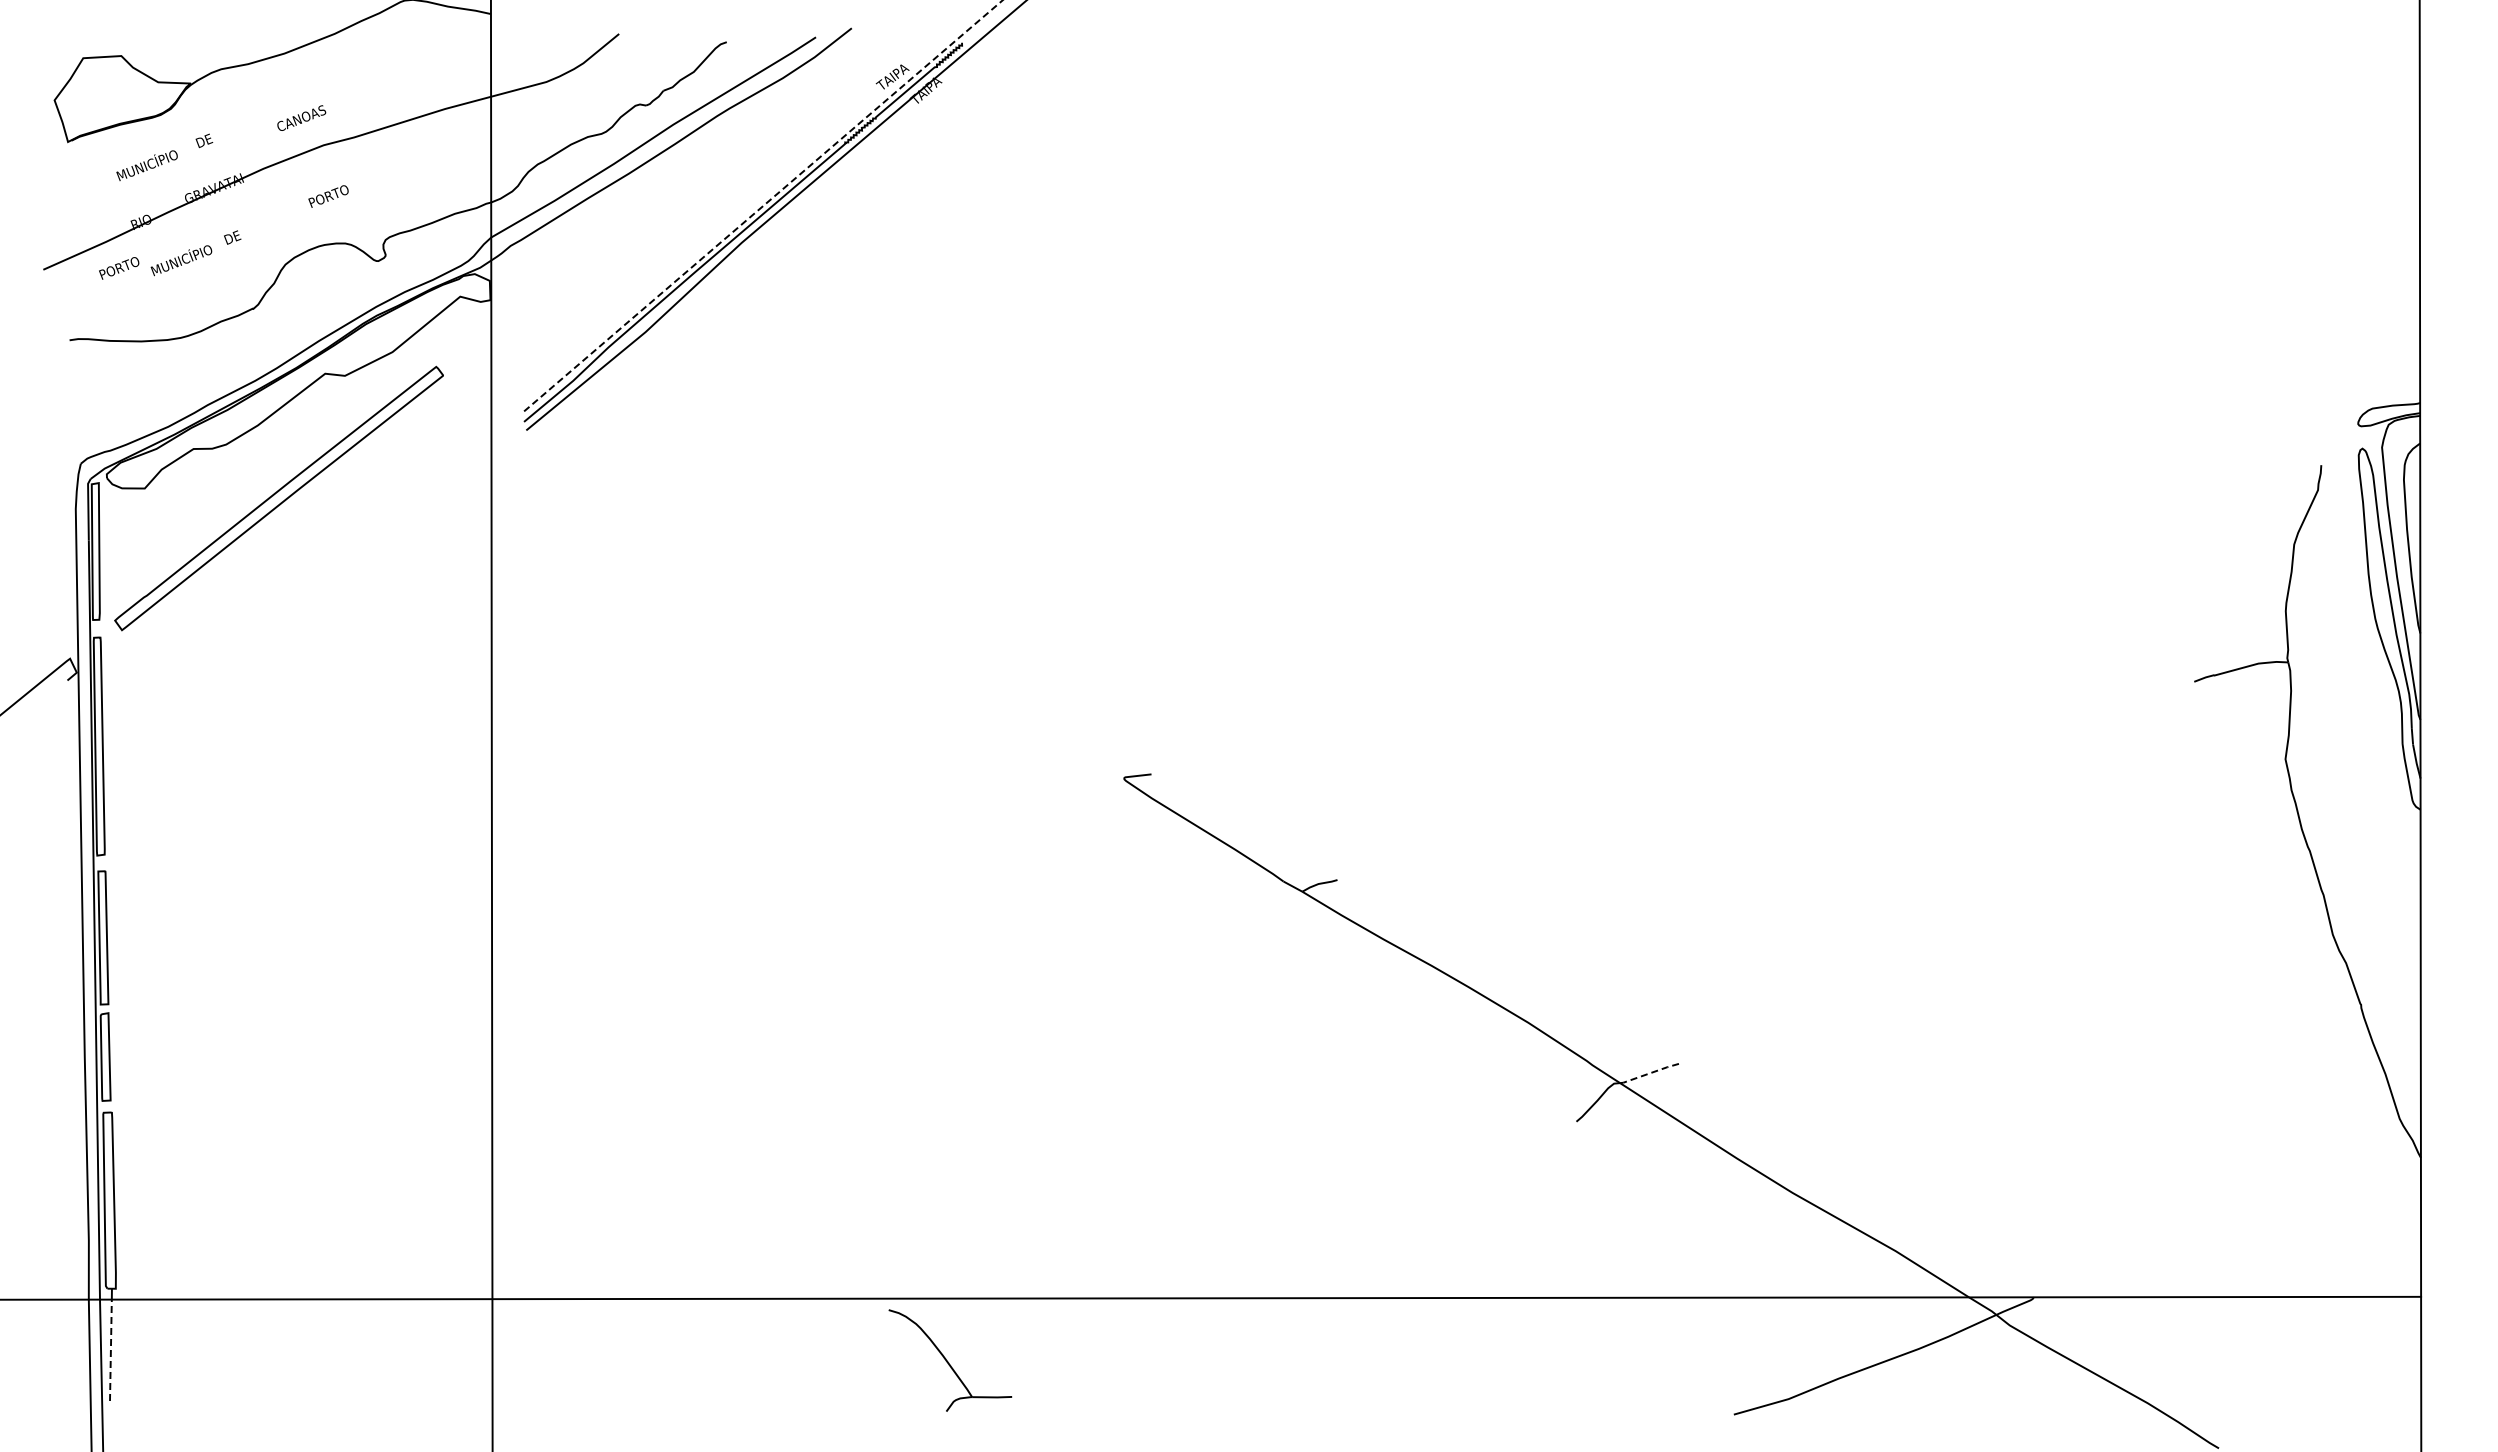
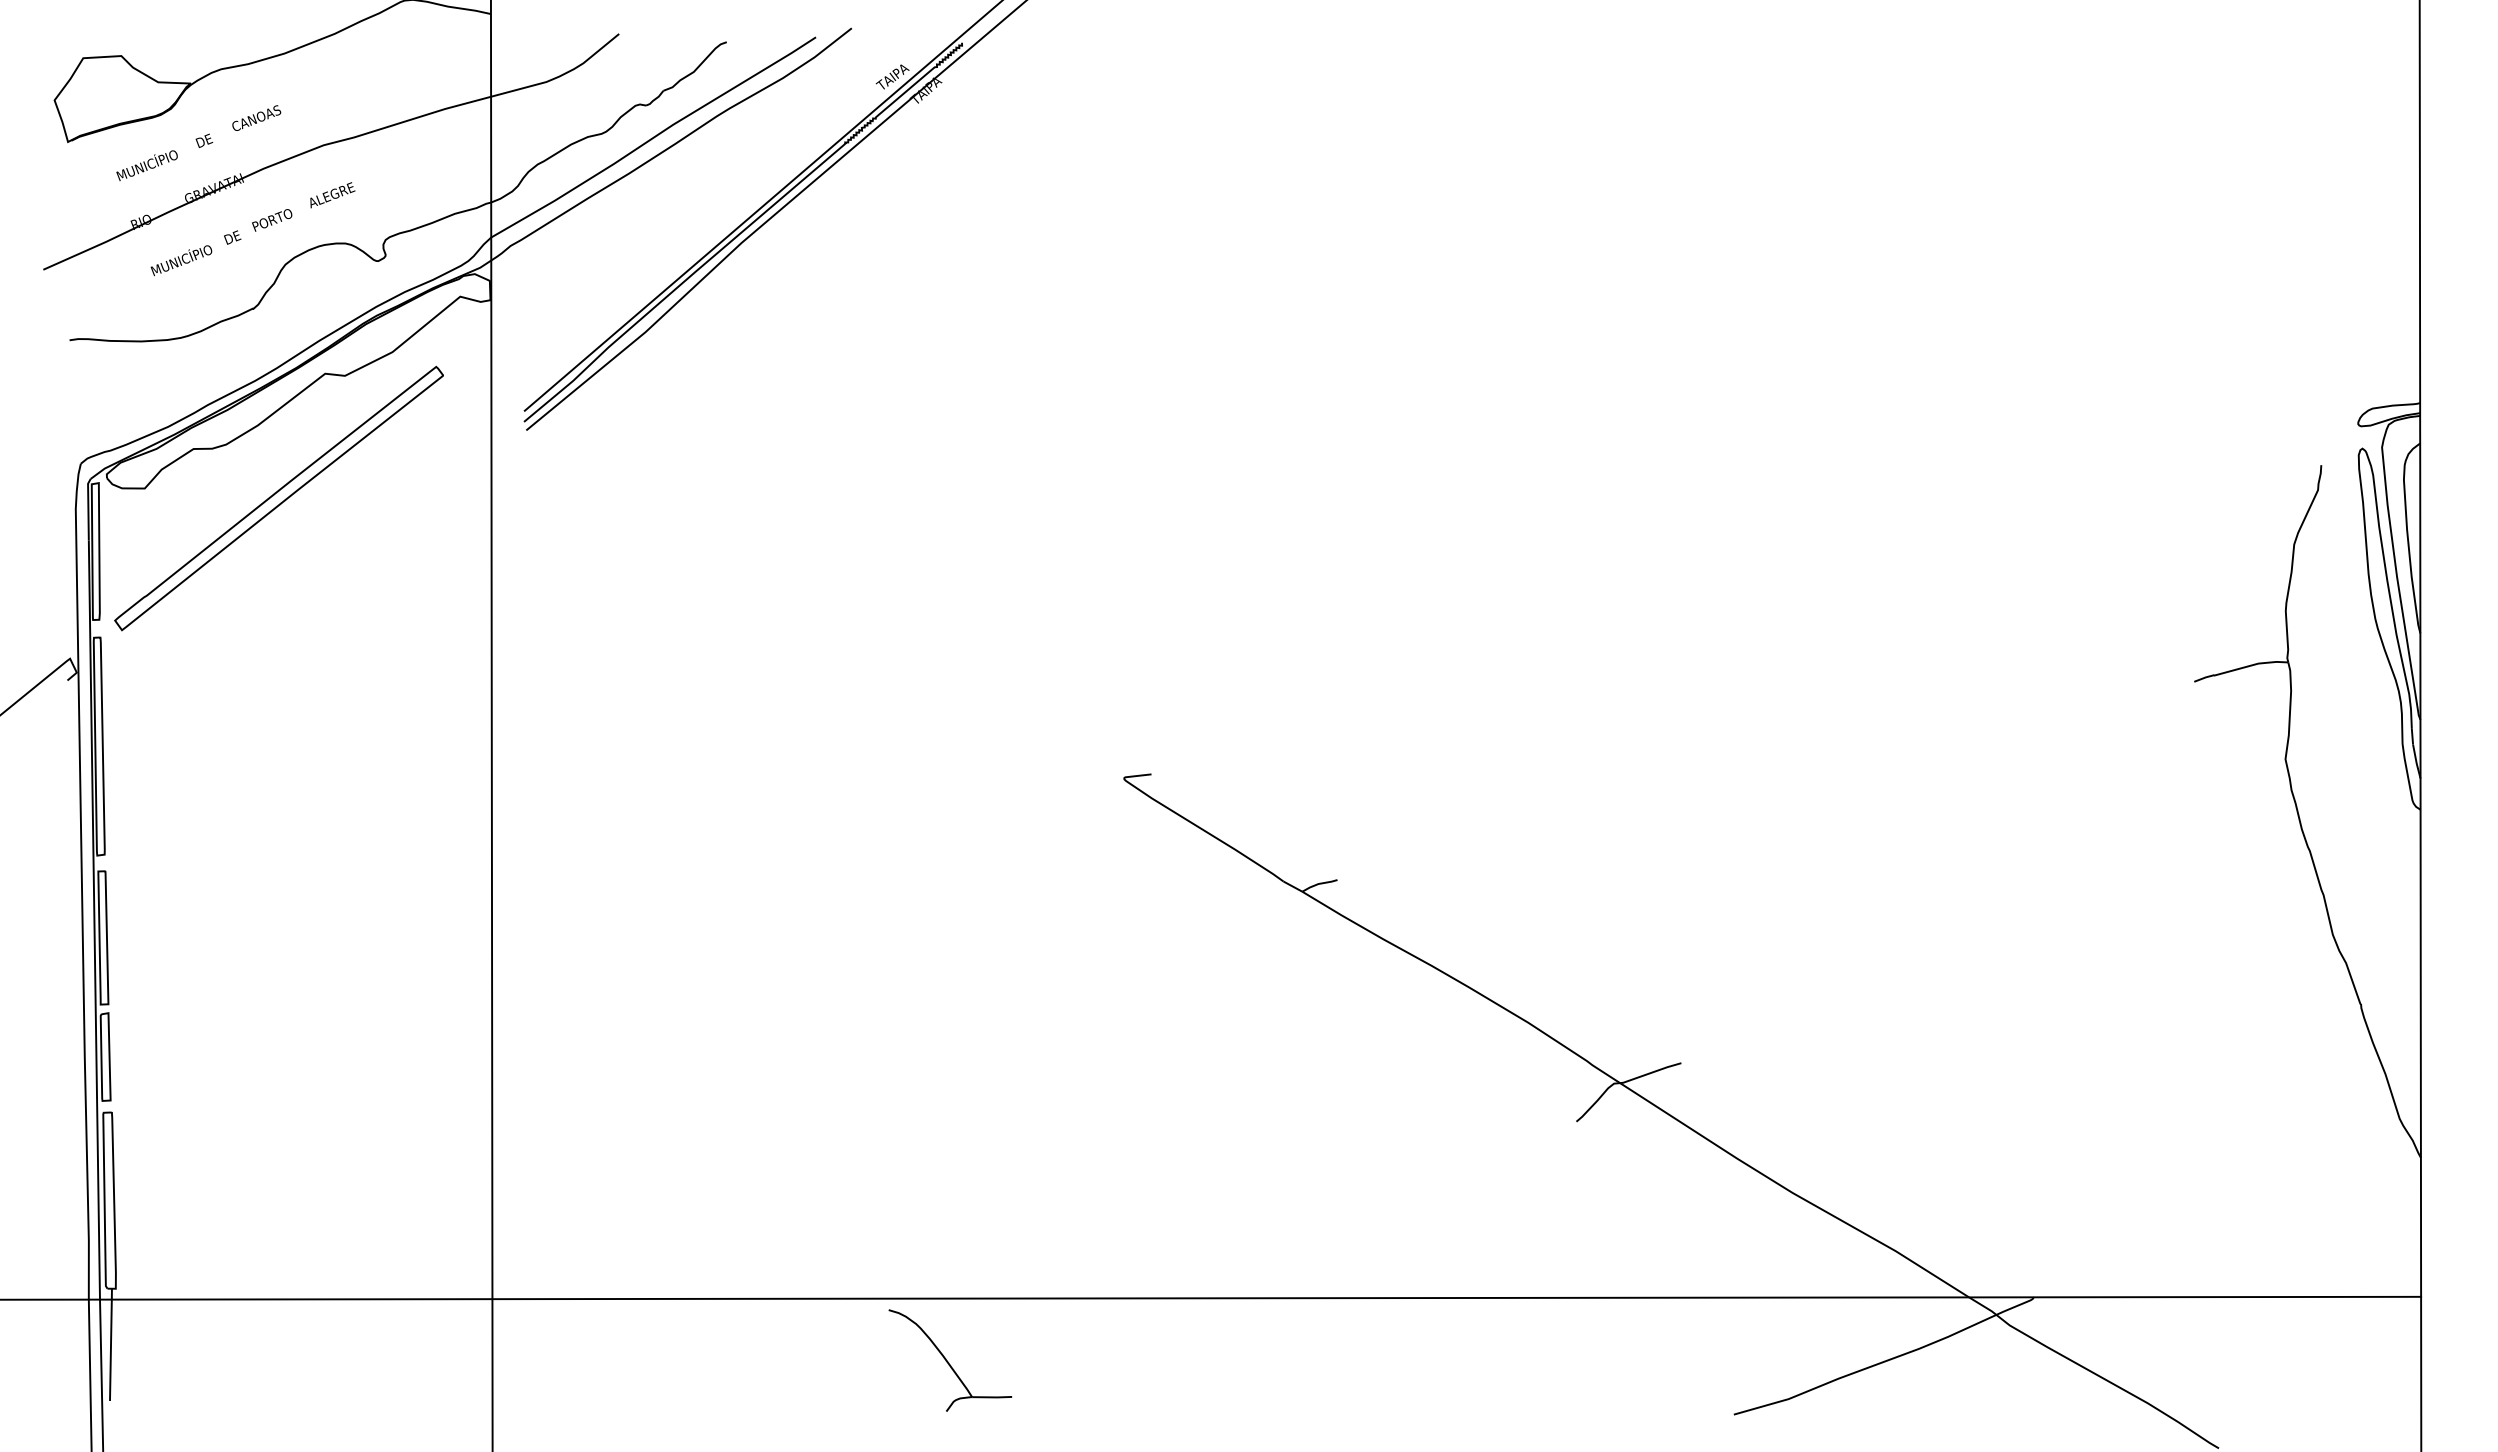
text at (301, 117) position: (301, 117) -> (256, 117)
text at (331, 195): PORTO -> ALEGRE
line at (763, 205): dashed -> solid
text at (119, 268) position: (119, 268) -> (272, 220)
line at (1650, 1073): dashed -> solid
line at (110, 1350): dashed -> solid
